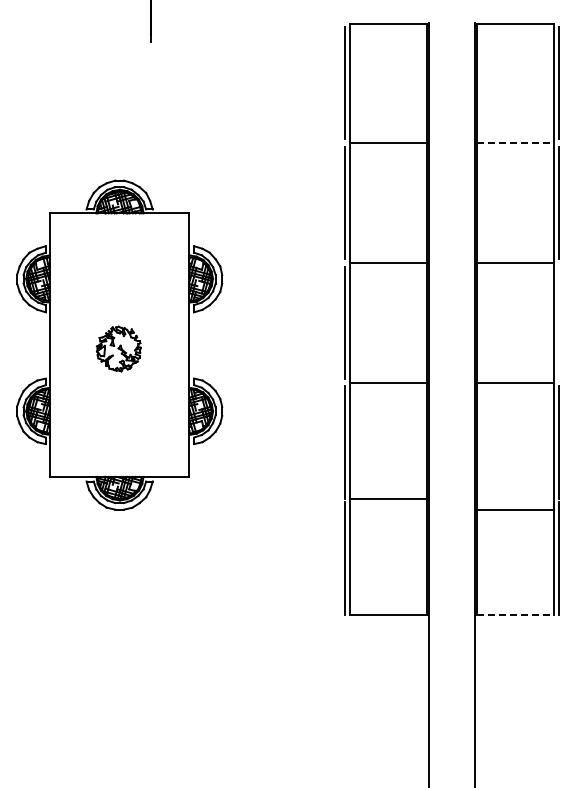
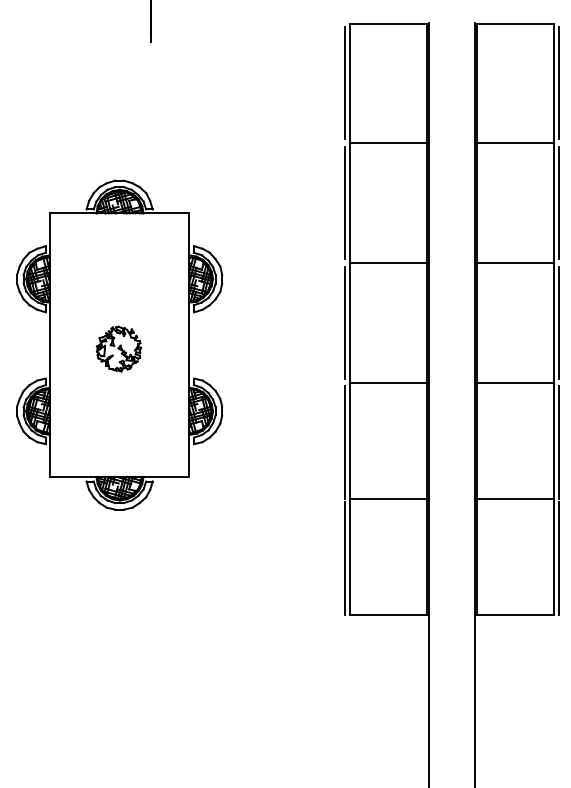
line at (515, 142): dashed -> solid
line at (558, 323): none -> present
line at (514, 509) position: (514, 509) -> (514, 498)
line at (515, 614): dashed -> solid
